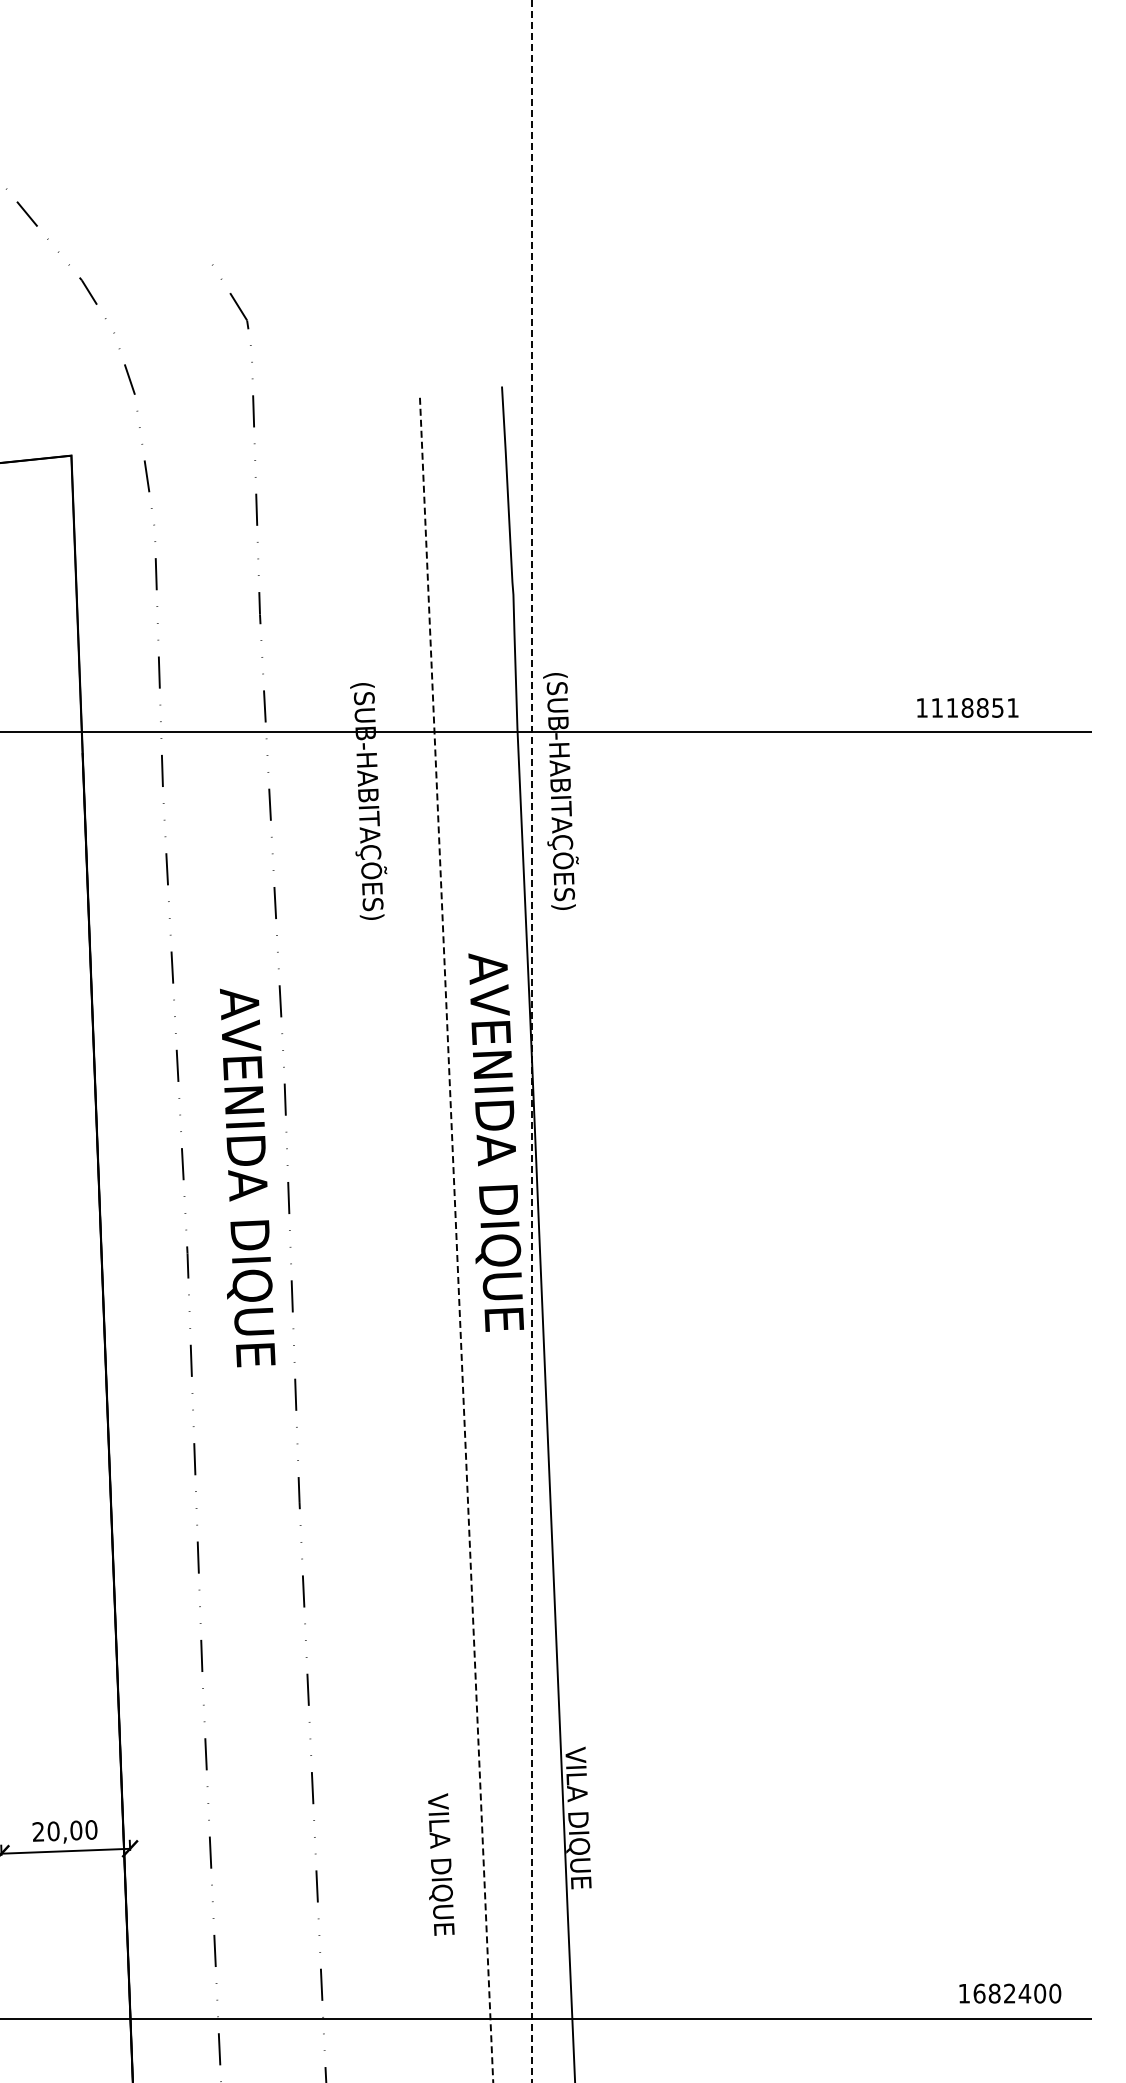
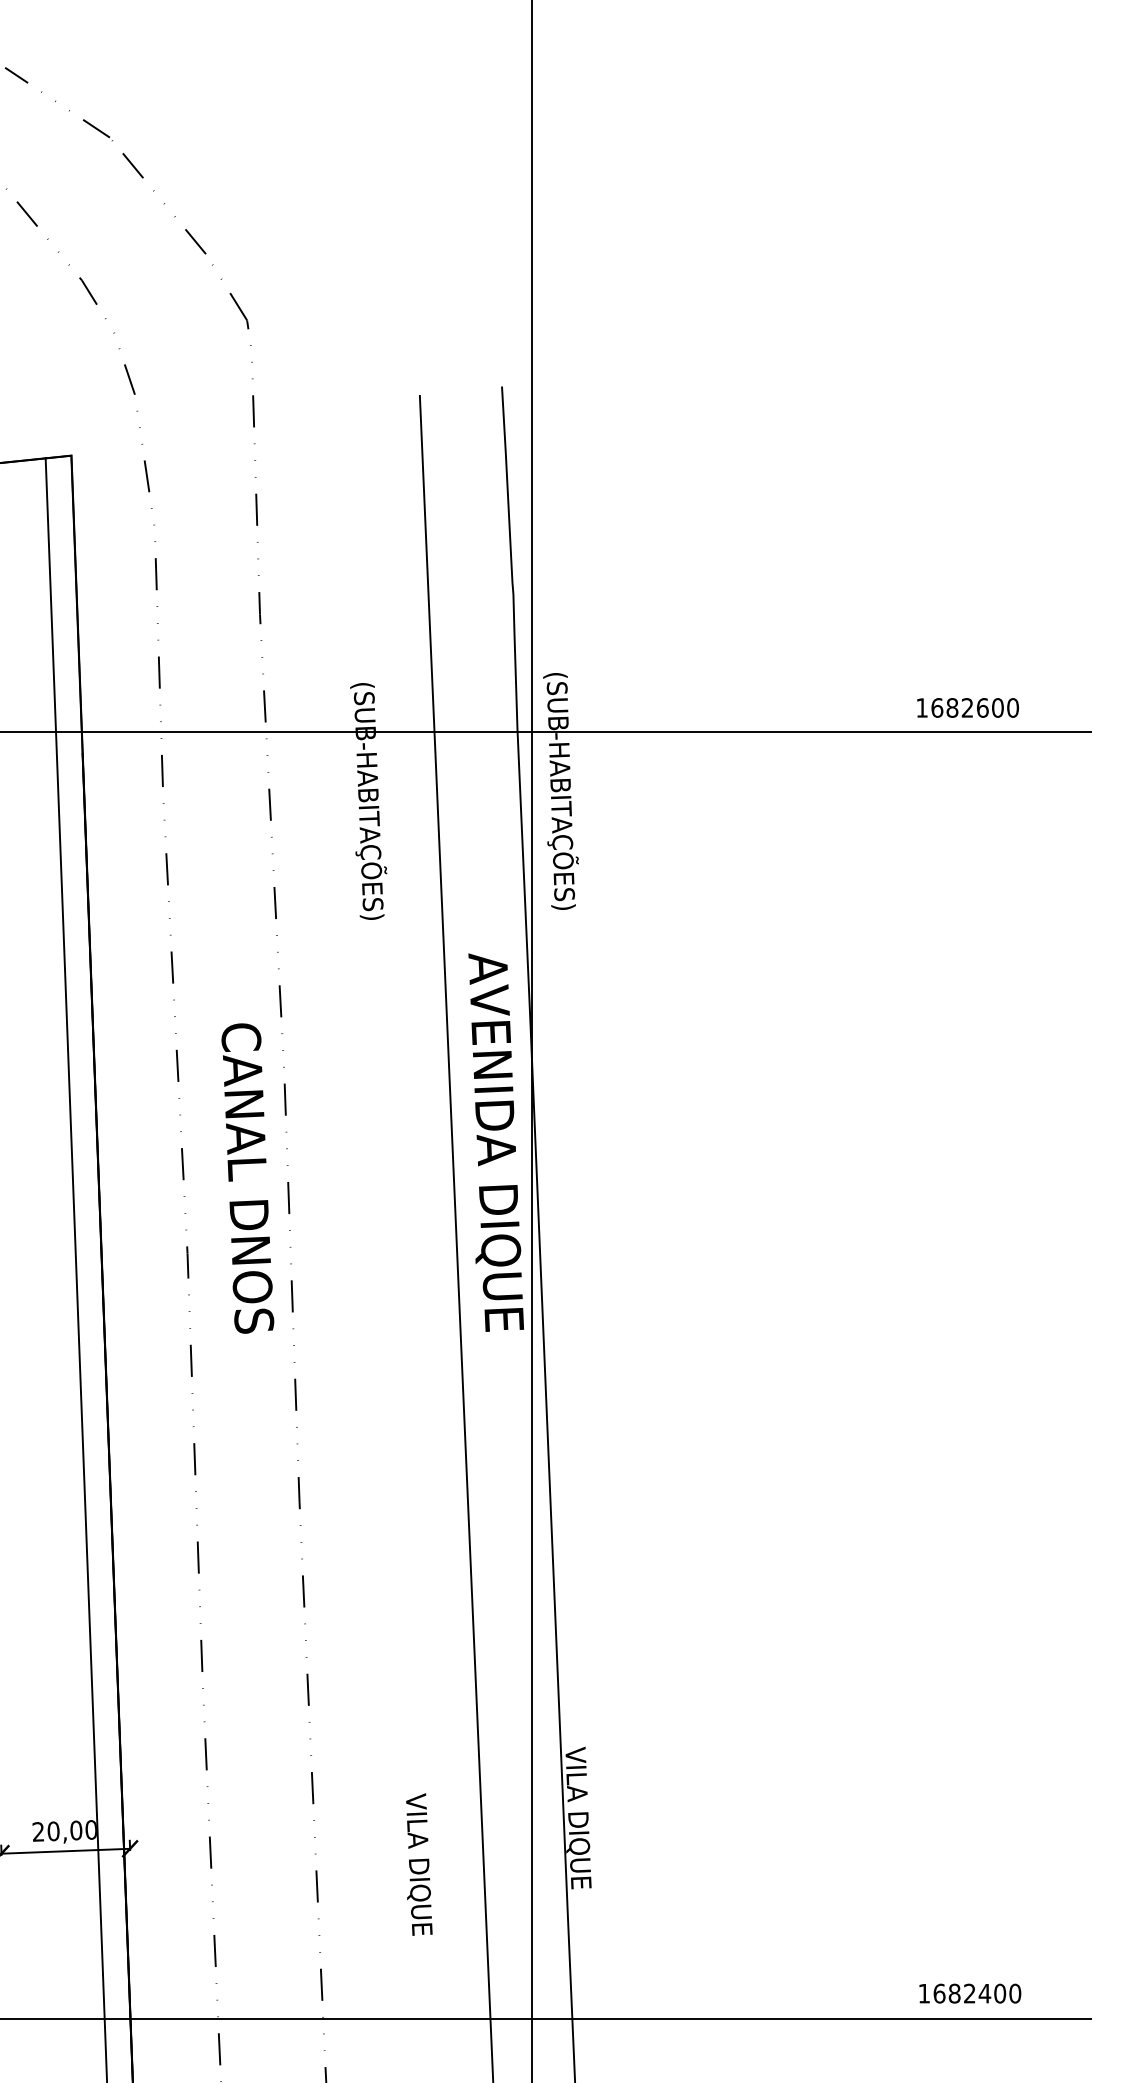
part at (122, 154): none -> present
text at (974, 707): 1118851 -> 1682600
line at (531, 1042): dashed -> solid
text at (247, 1177): AVENIDA DIQUE -> CANAL DNOS
line at (456, 1238): dashed -> solid
line at (75, 1268): none -> present
text at (441, 1864) position: (441, 1864) -> (419, 1864)
text at (1010, 1993) position: (1010, 1993) -> (970, 1993)
